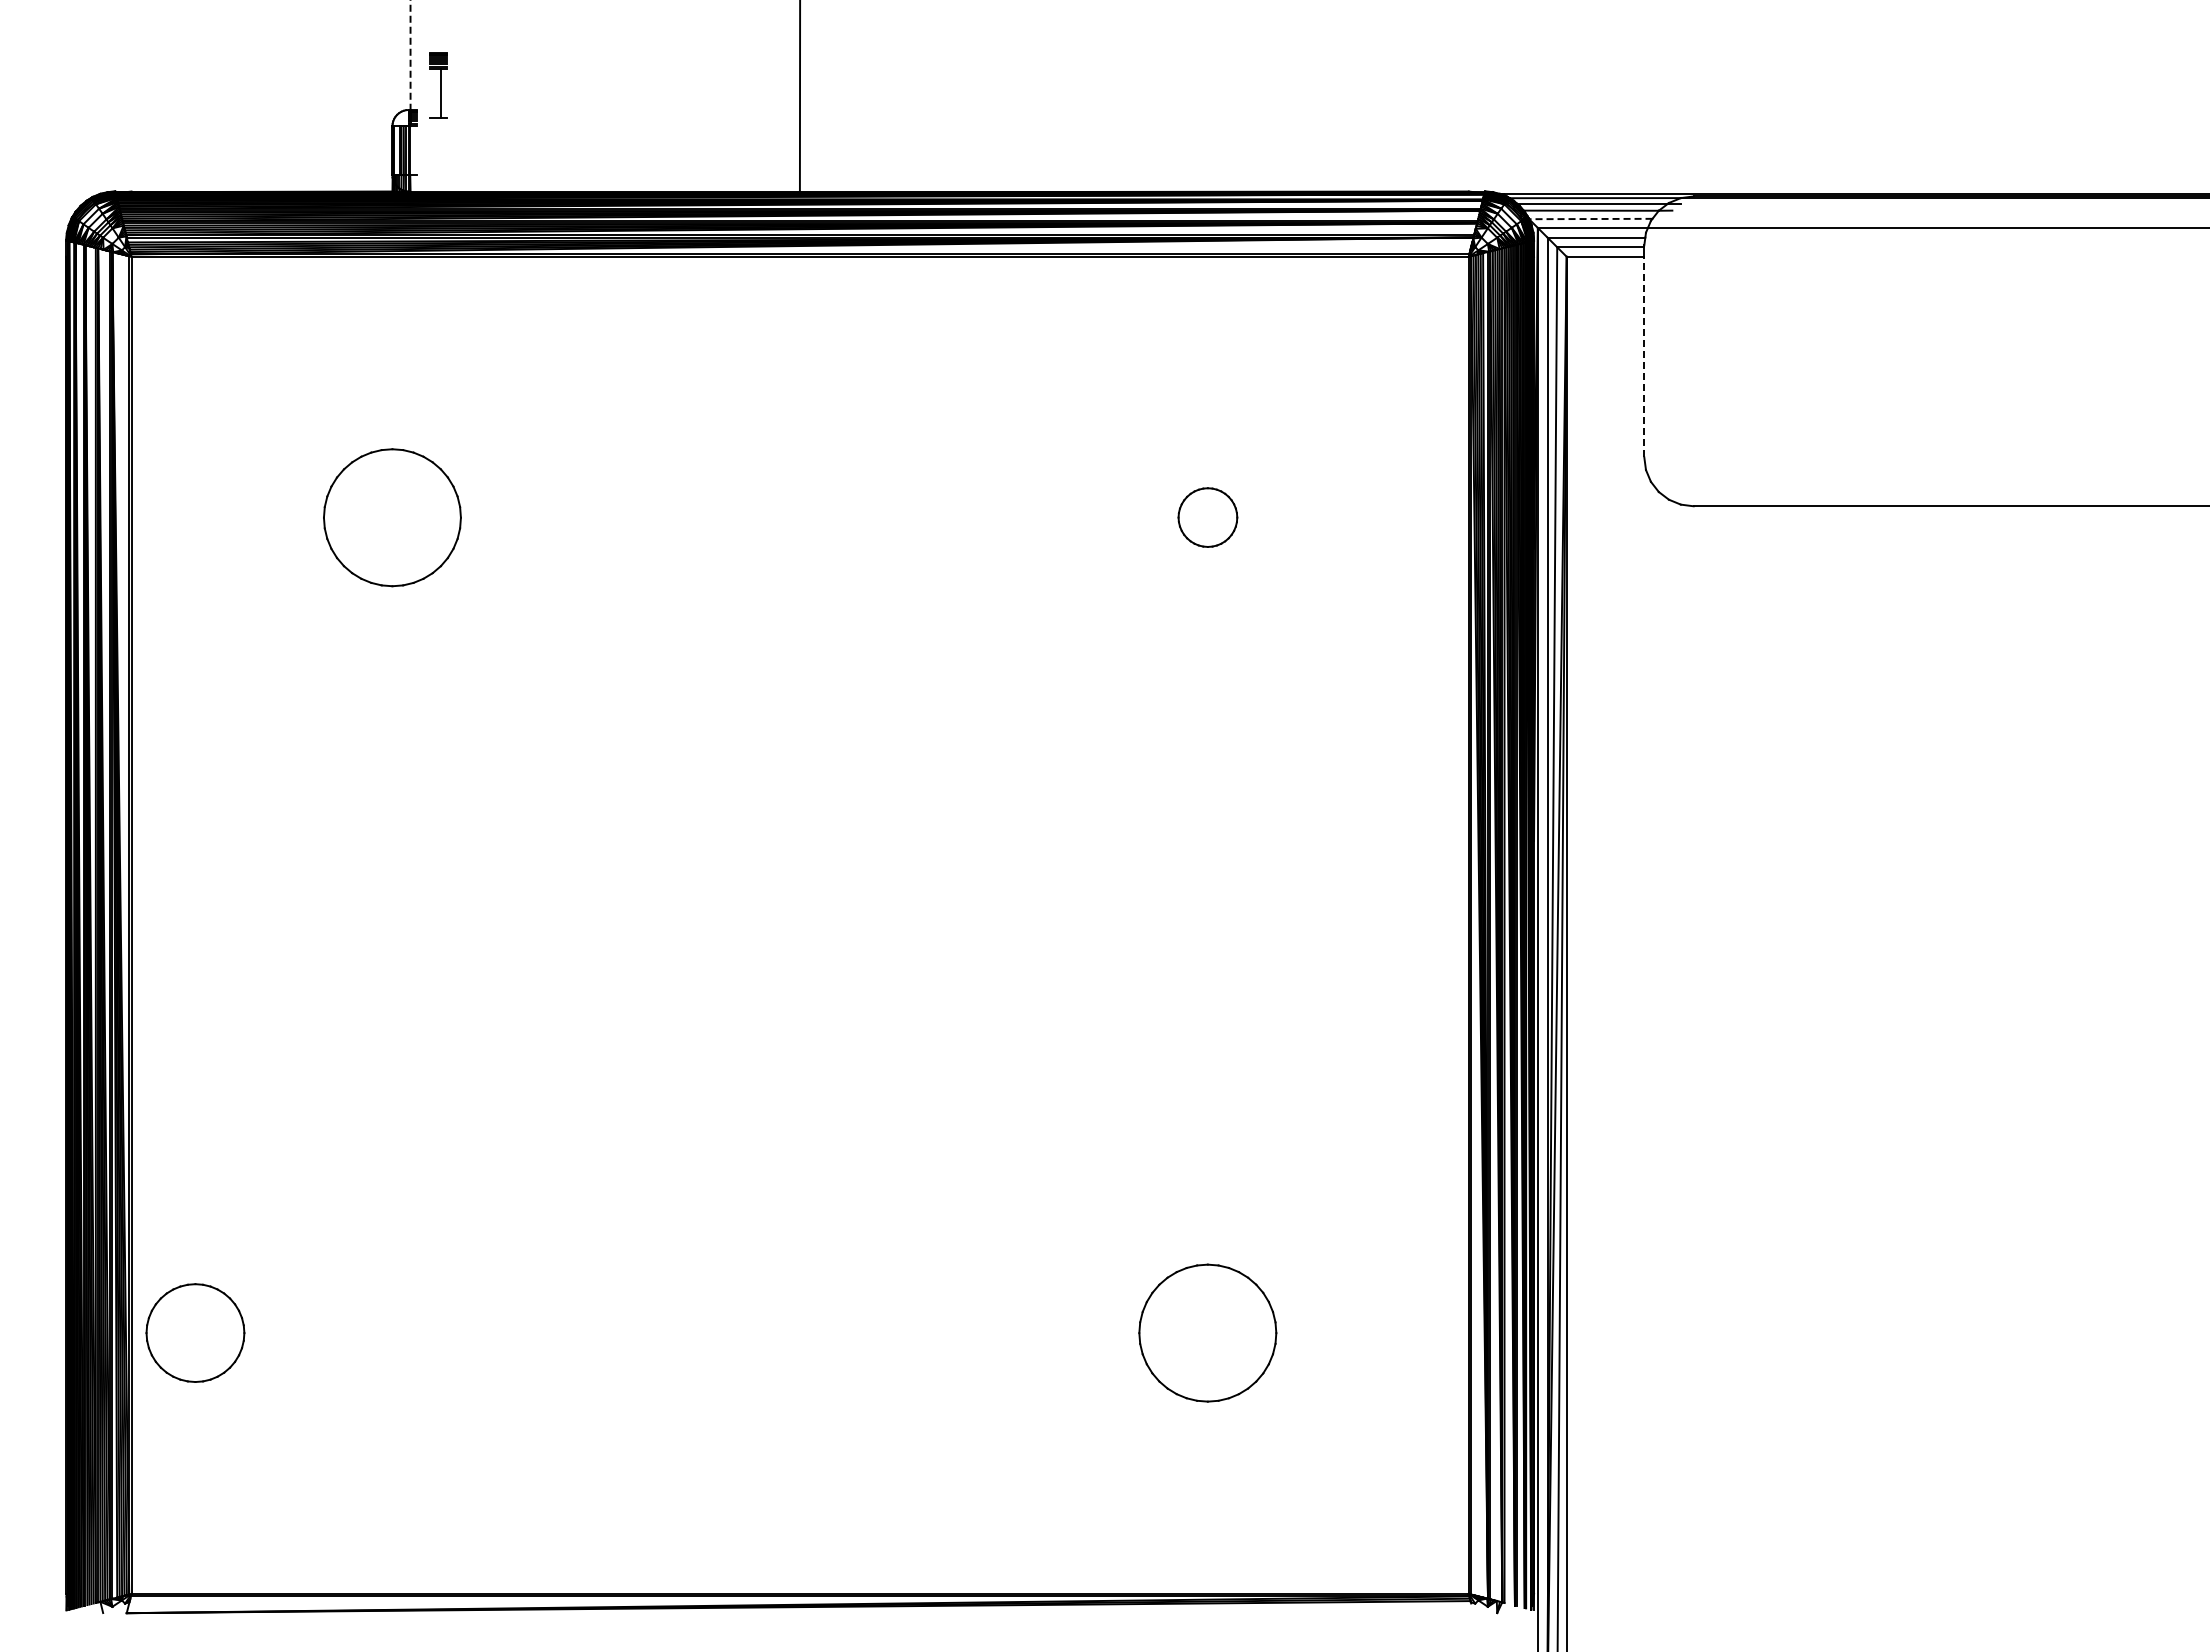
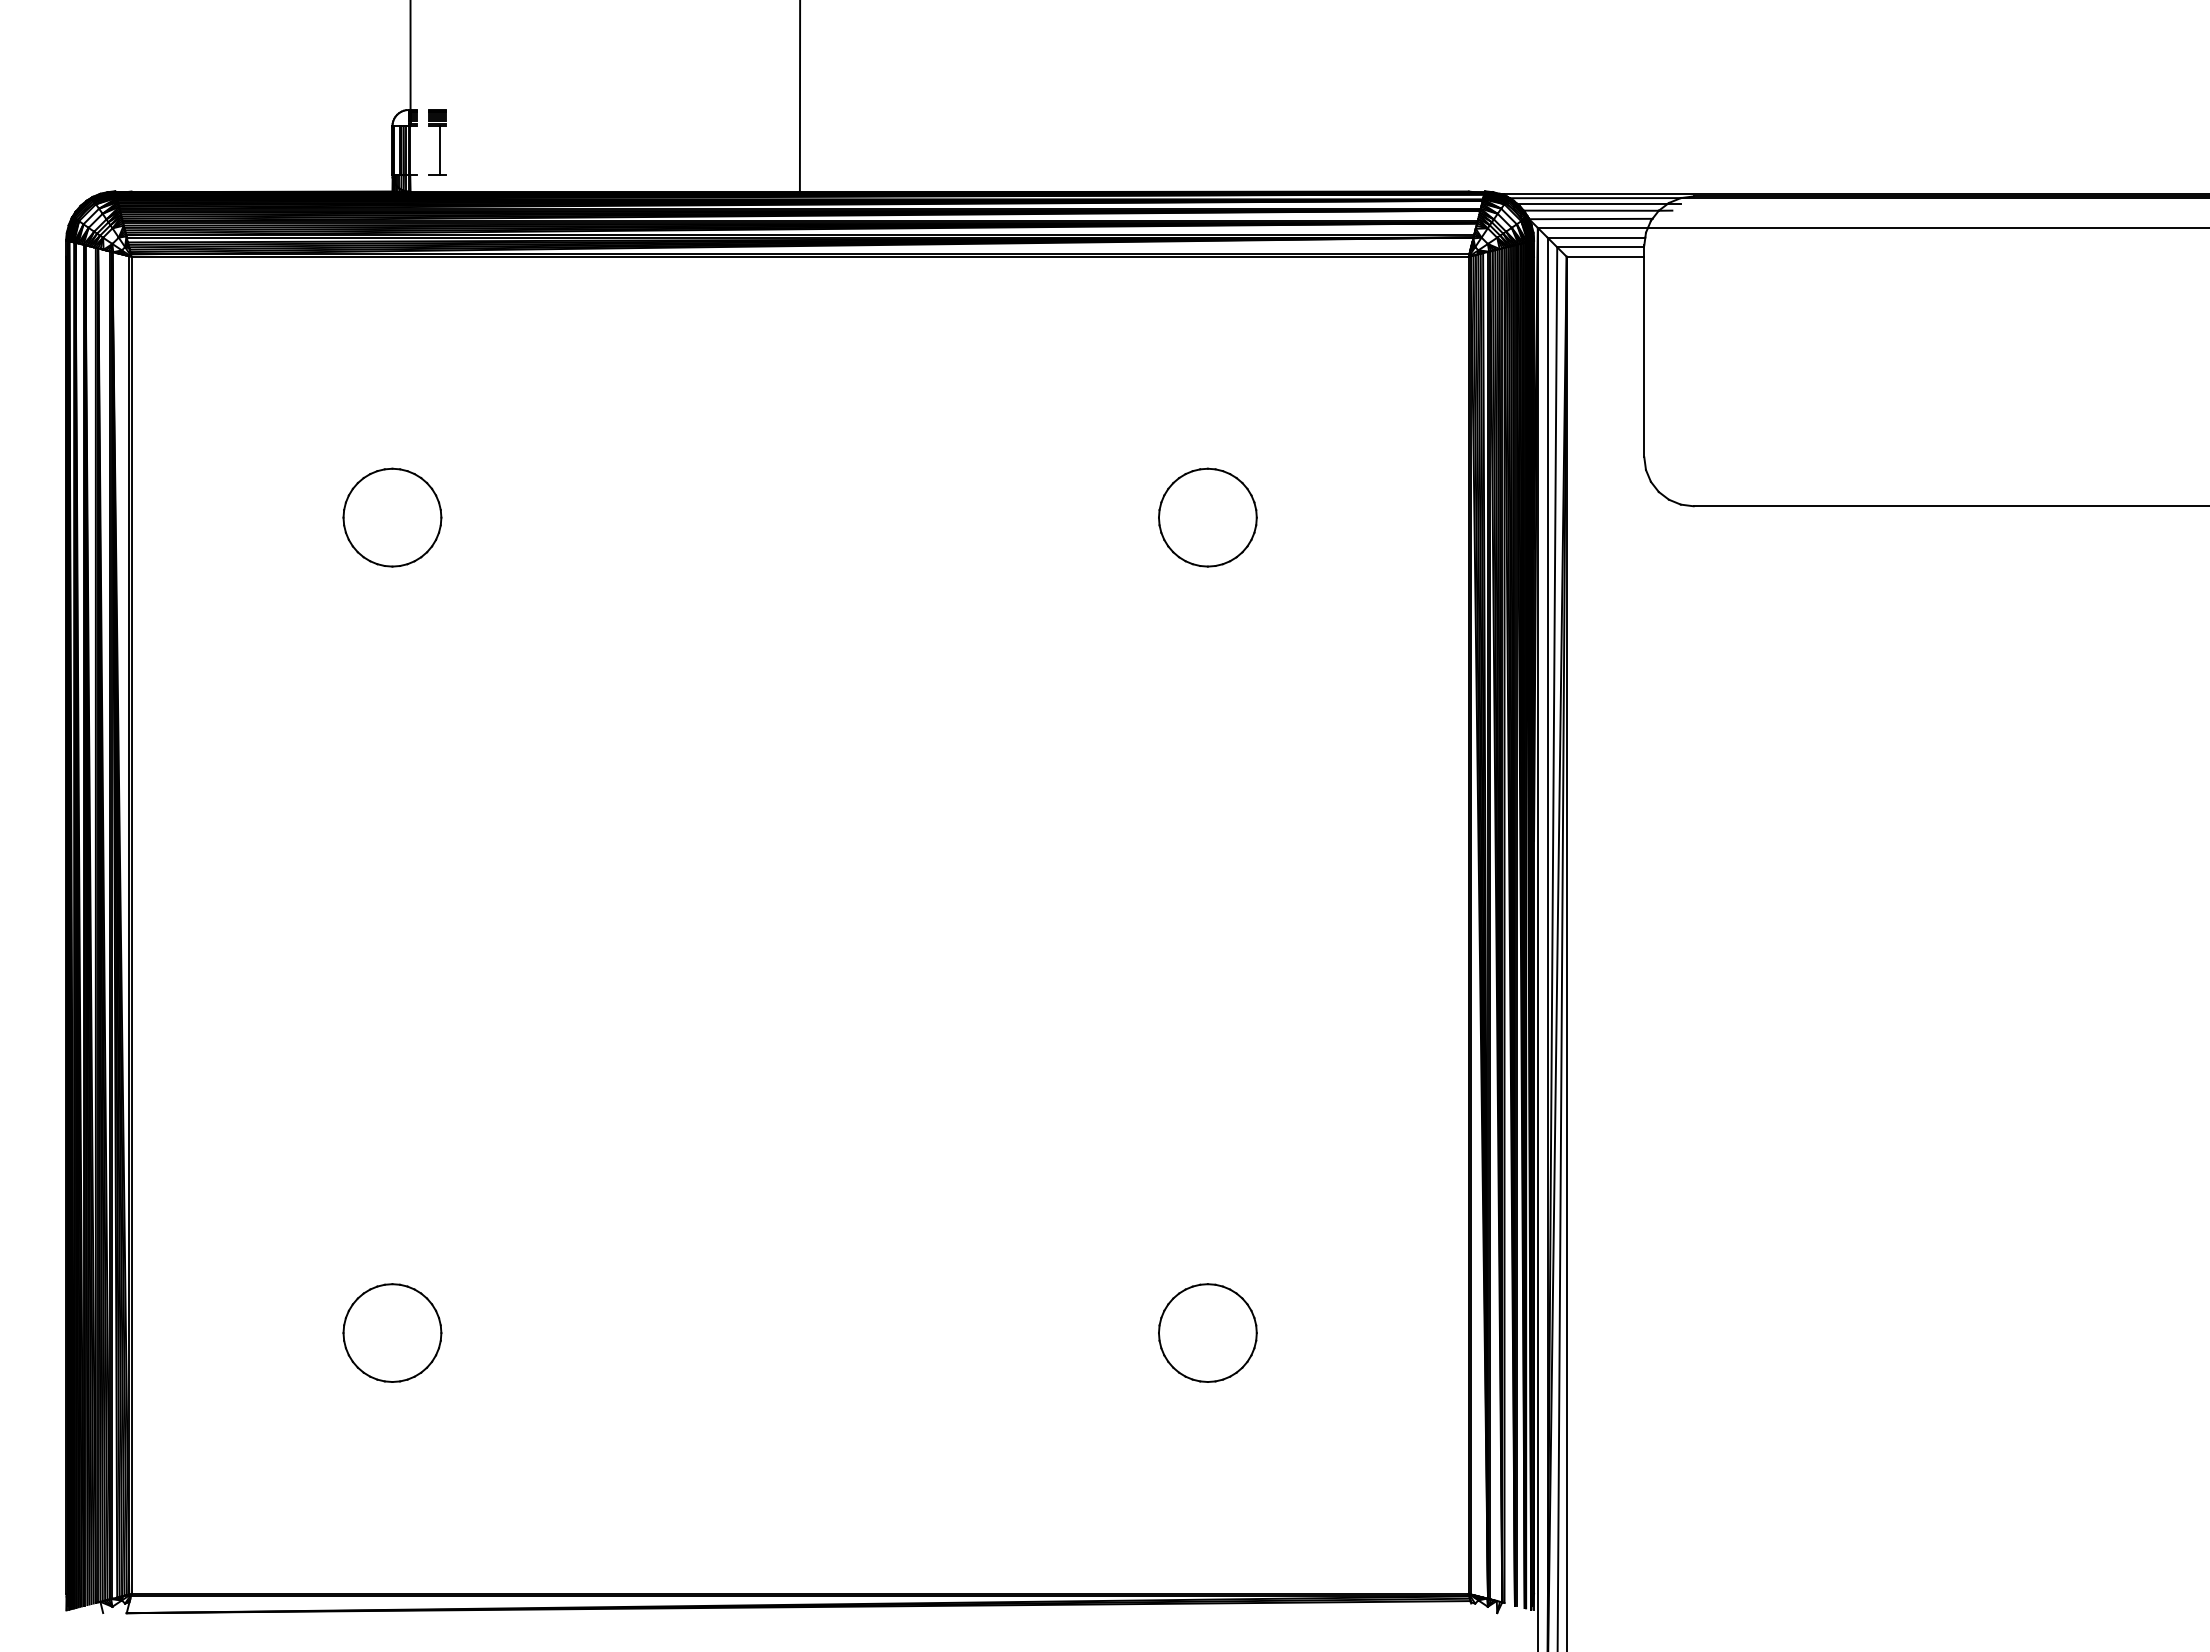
line at (410, 55): dashed -> solid
part at (438, 85) position: (438, 85) -> (437, 142)
line at (1590, 219): dashed -> solid
line at (1644, 356): dashed -> solid
part at (392, 517) size: 139x140 px -> 101x101 px
part at (1207, 517) size: 62x61 px -> 100x101 px
part at (195, 1332) position: (195, 1332) -> (392, 1332)
part at (1207, 1332) size: 140x140 px -> 100x100 px
